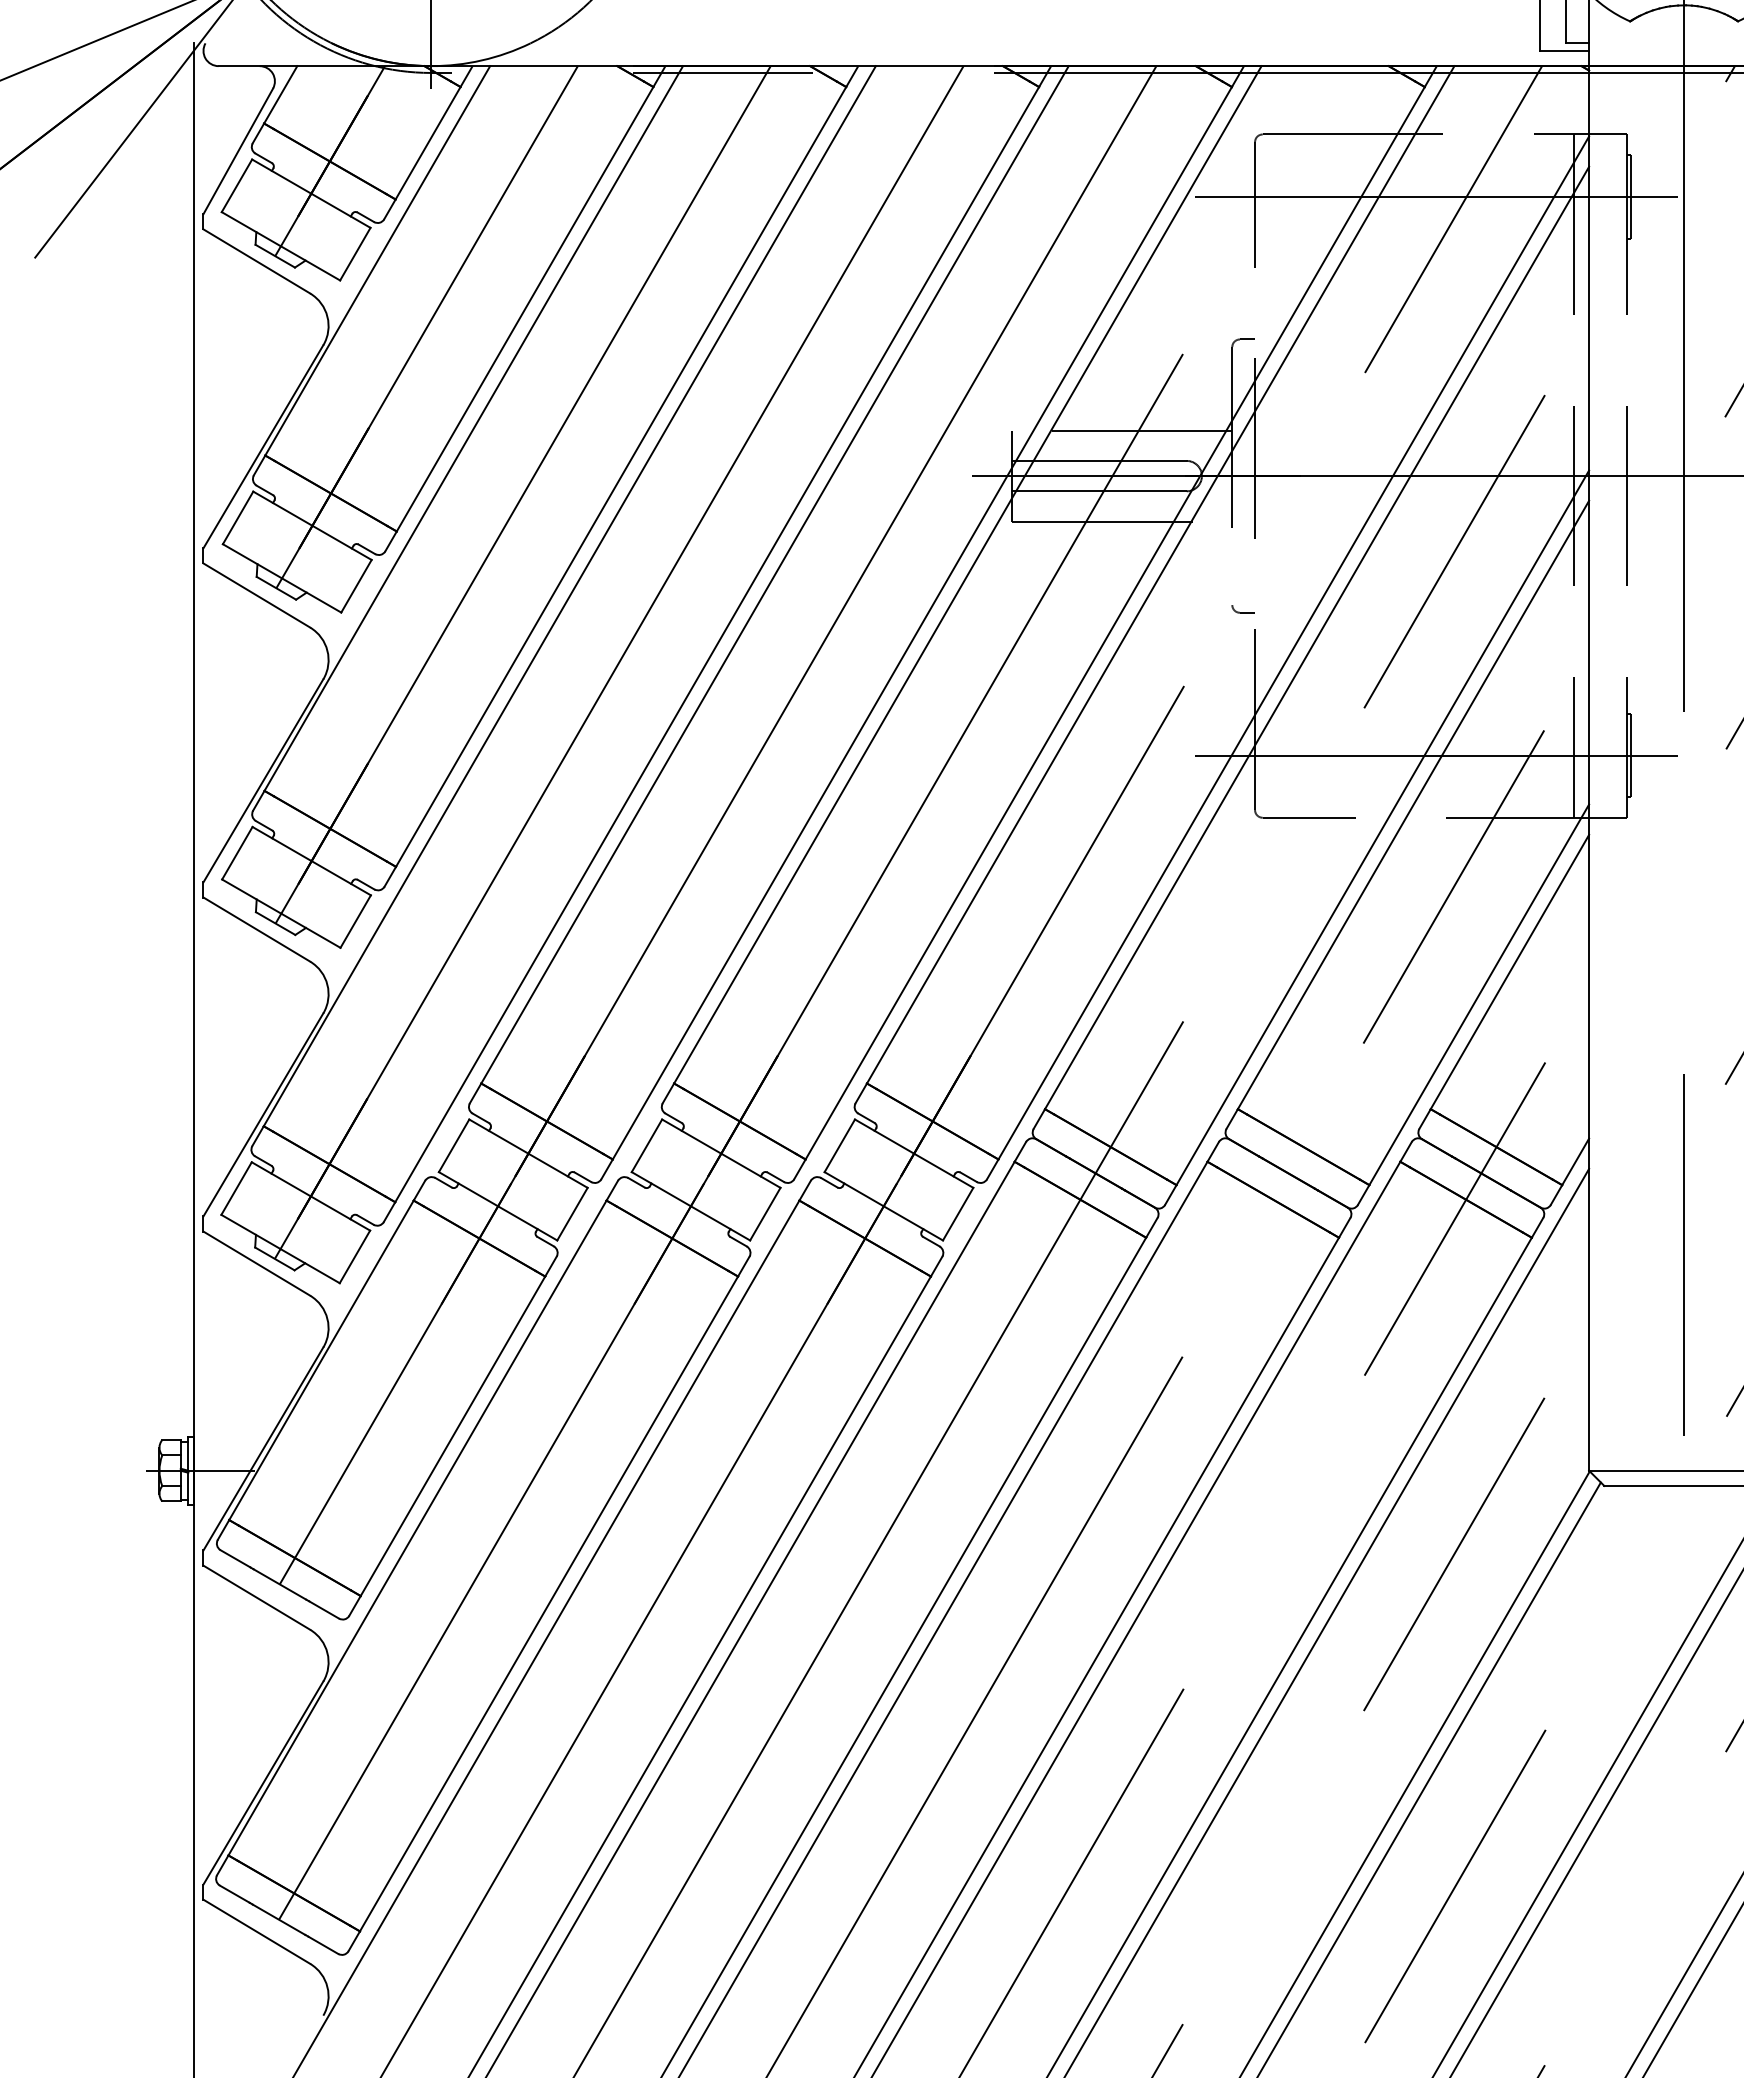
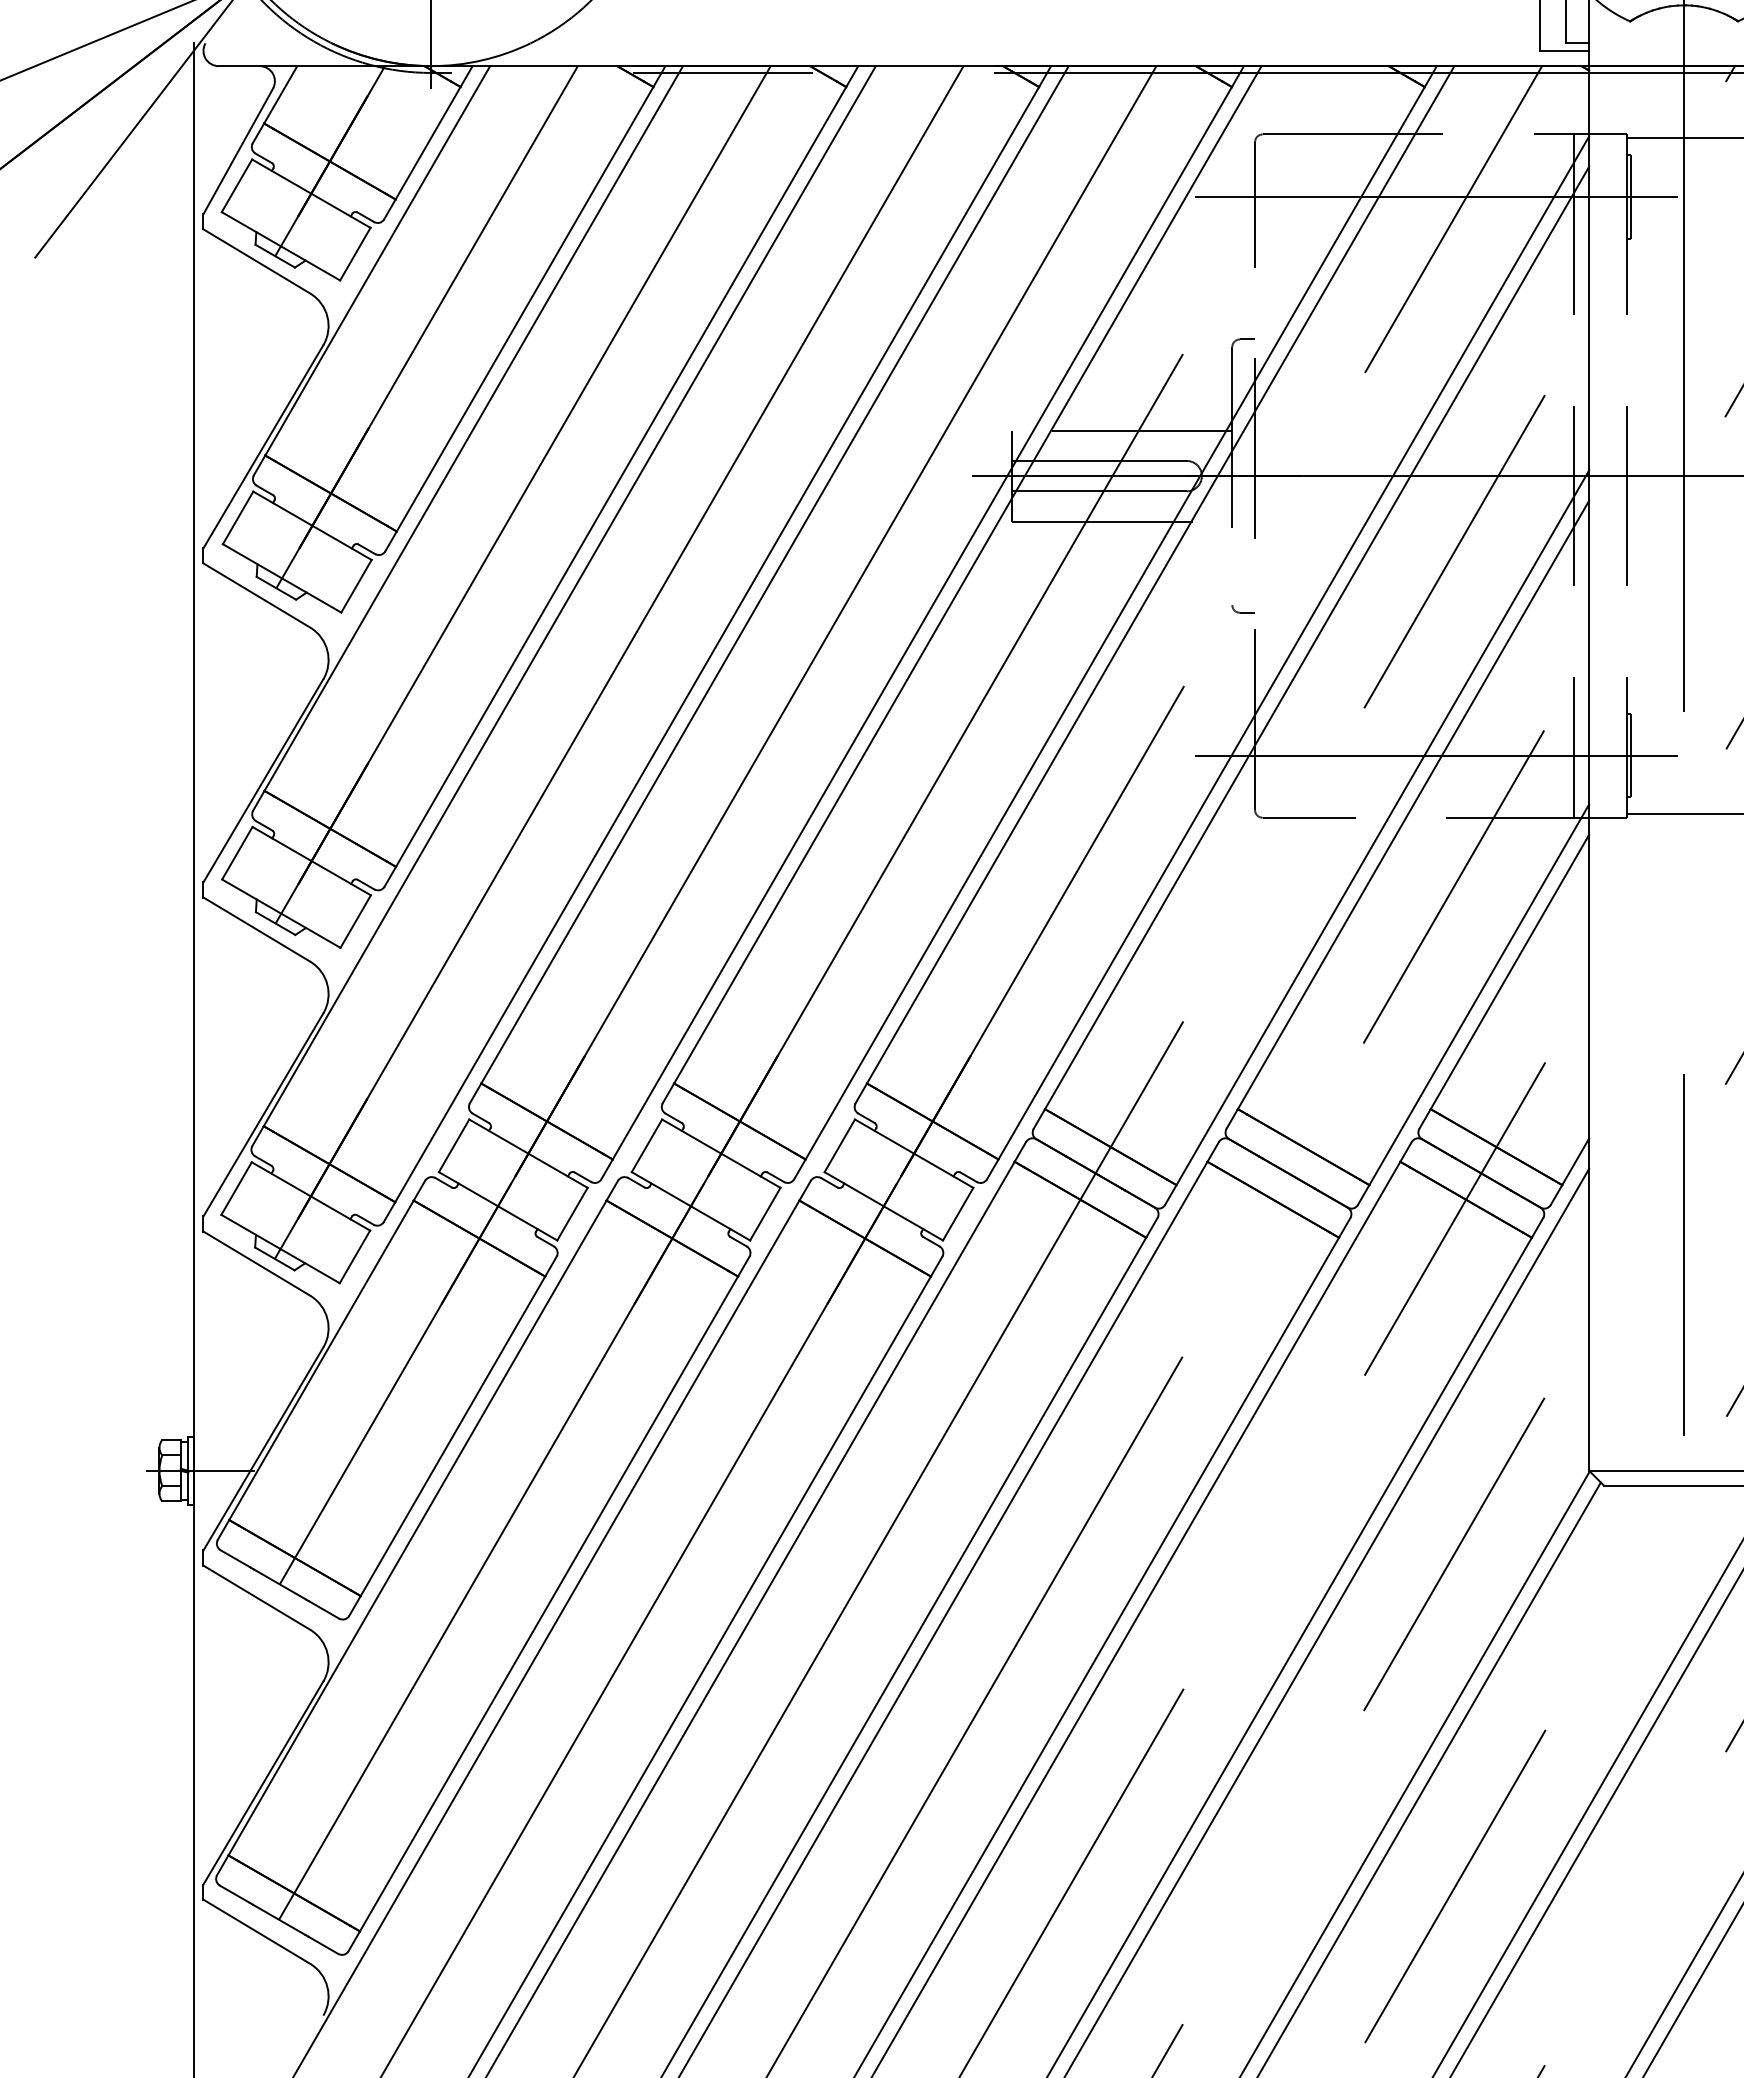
line at (1683, 138): none -> present
line at (1683, 813): none -> present
